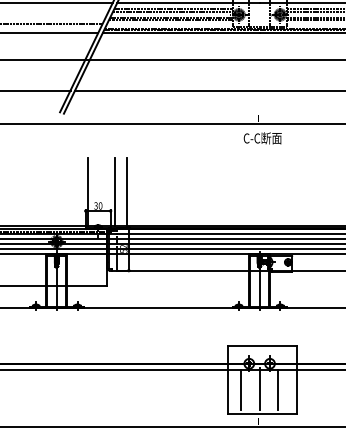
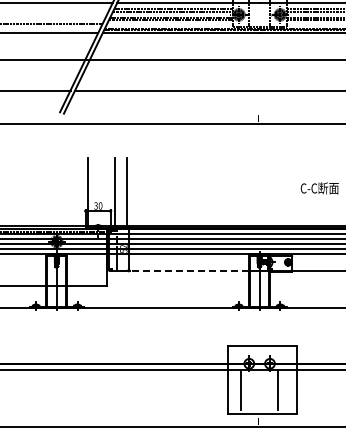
text at (262, 138) position: (262, 138) -> (319, 188)
line at (182, 270): solid -> dashed
line at (259, 388): present -> none
